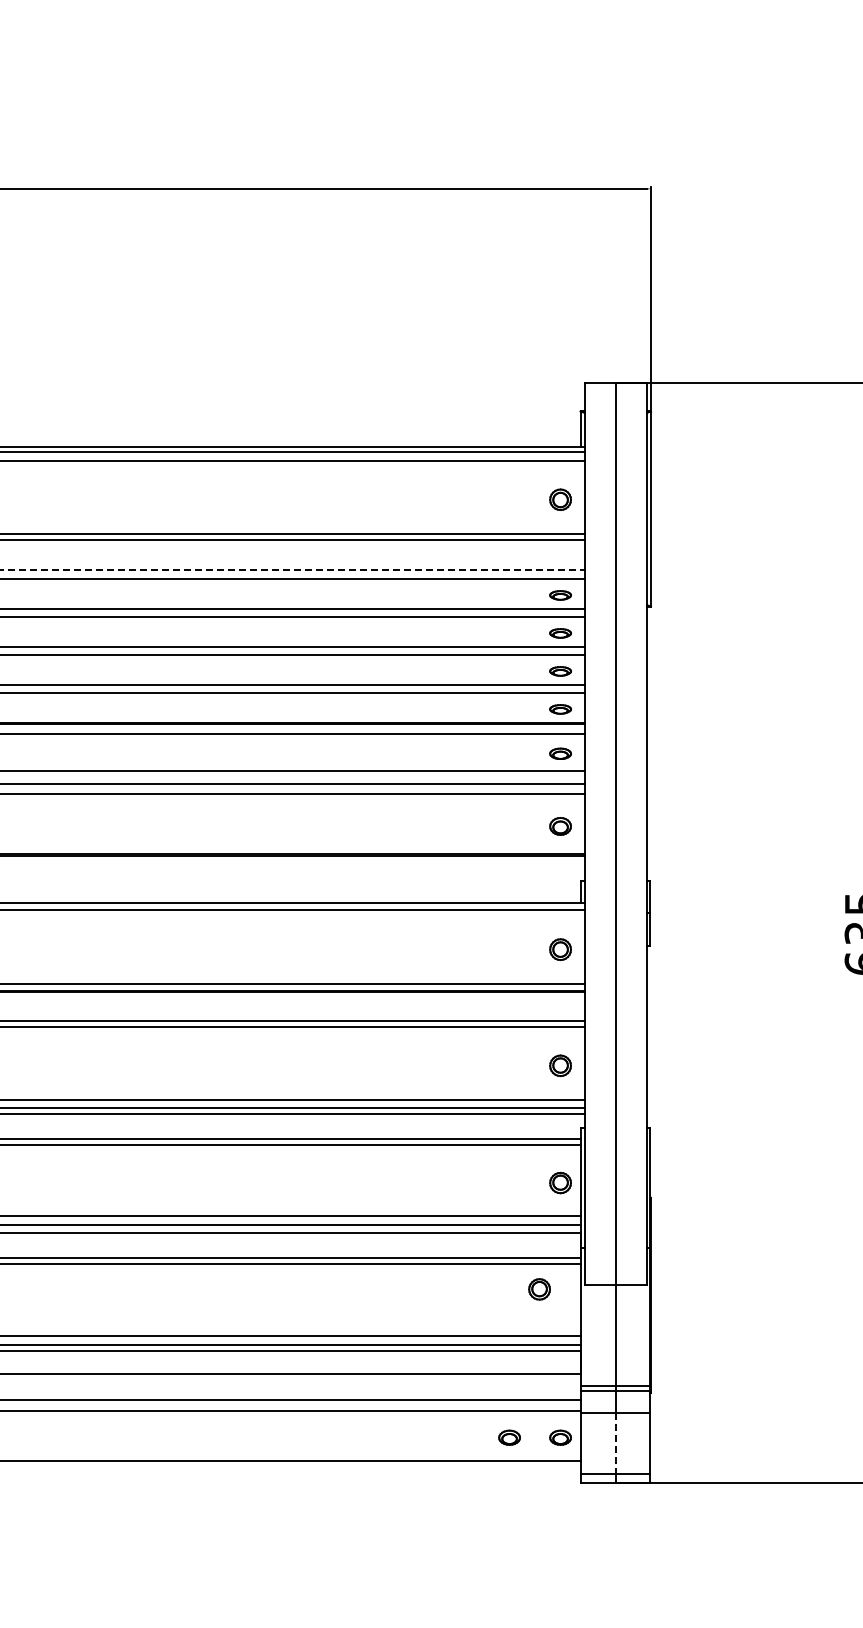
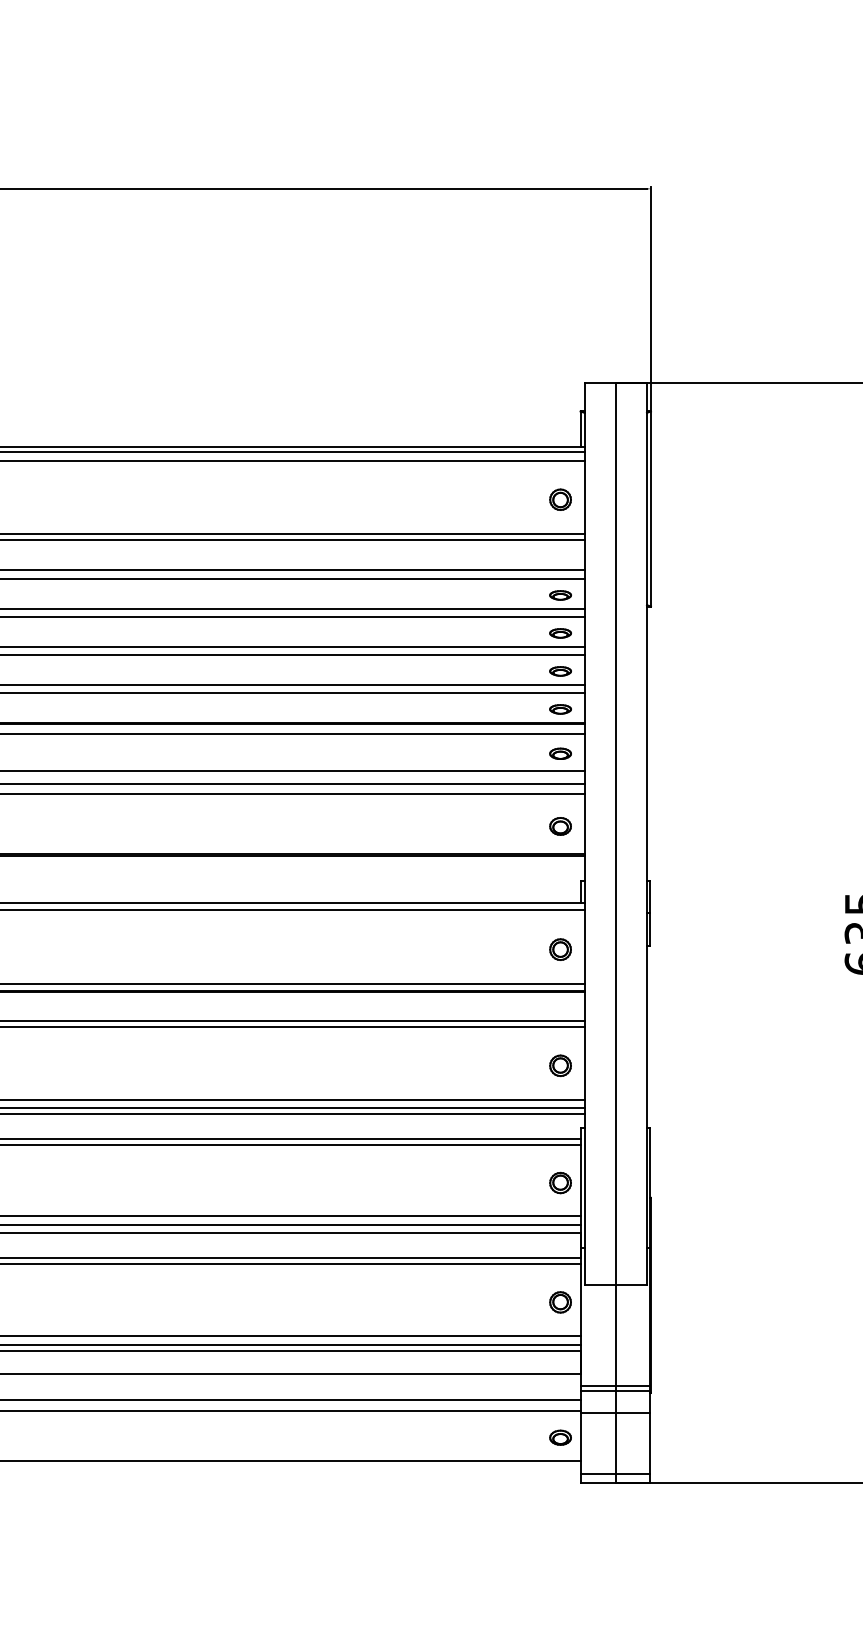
line at (292, 569): dashed -> solid
part at (539, 1289) position: (539, 1289) -> (560, 1302)
part at (509, 1437): present -> none
line at (615, 1443): dashed -> solid
